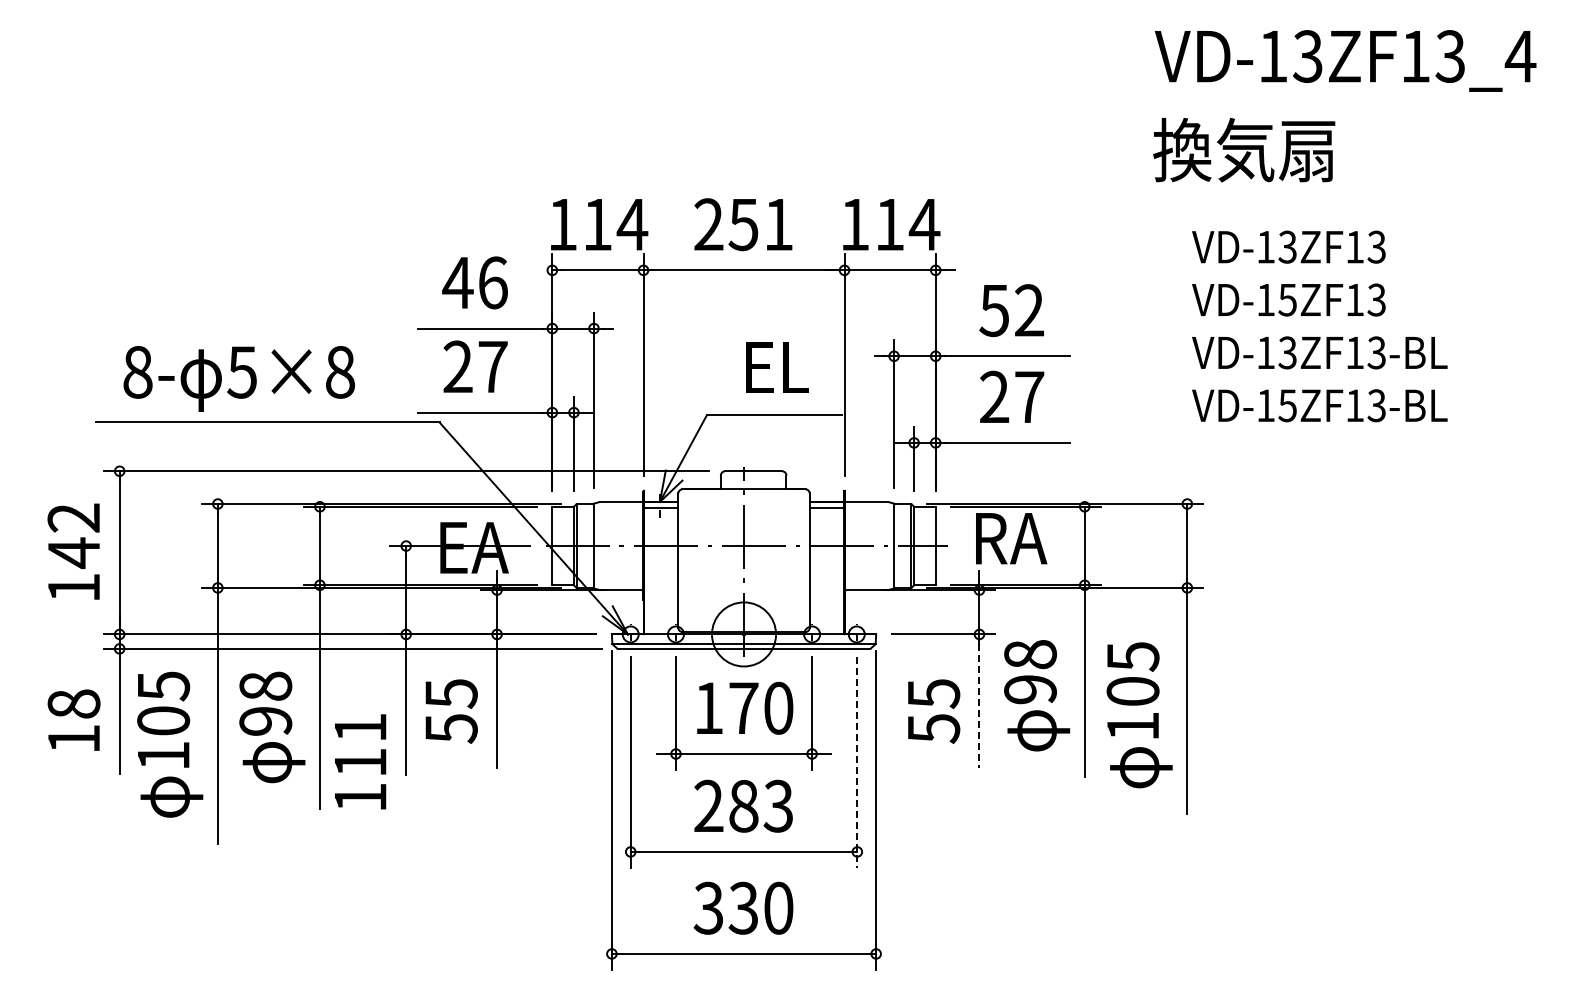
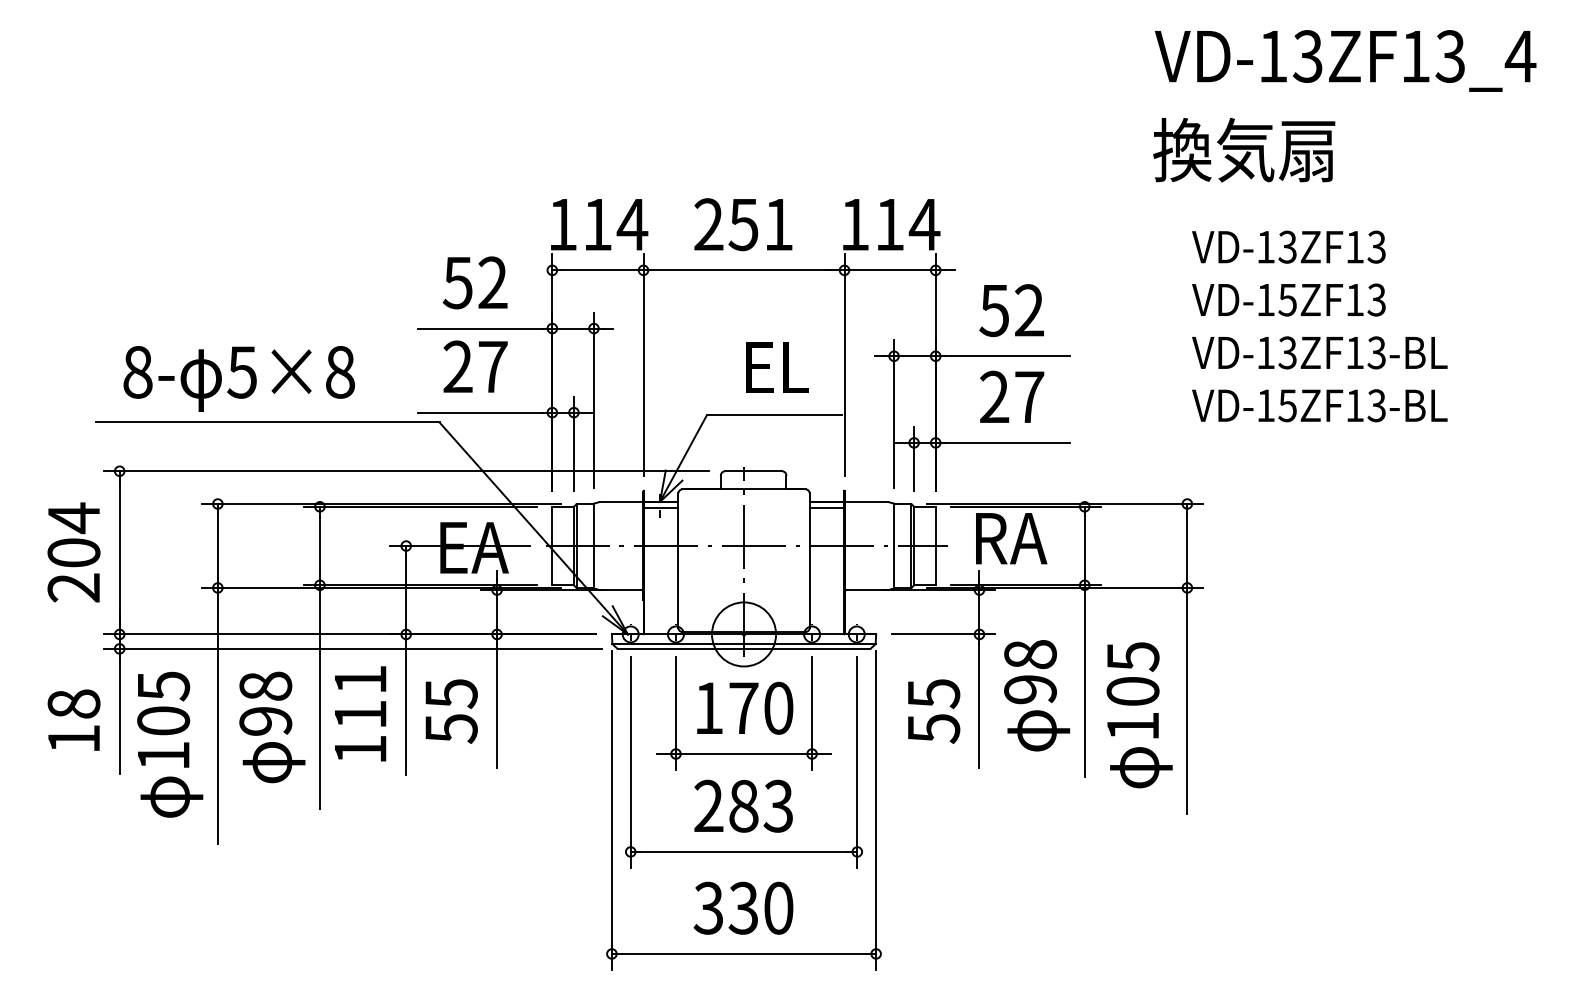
text at (474, 282): 46 -> 52
text at (73, 552): 142 -> 204
line at (979, 706): dashed -> solid
text at (360, 761) position: (360, 761) -> (360, 713)
line at (857, 762): dashed -> solid
